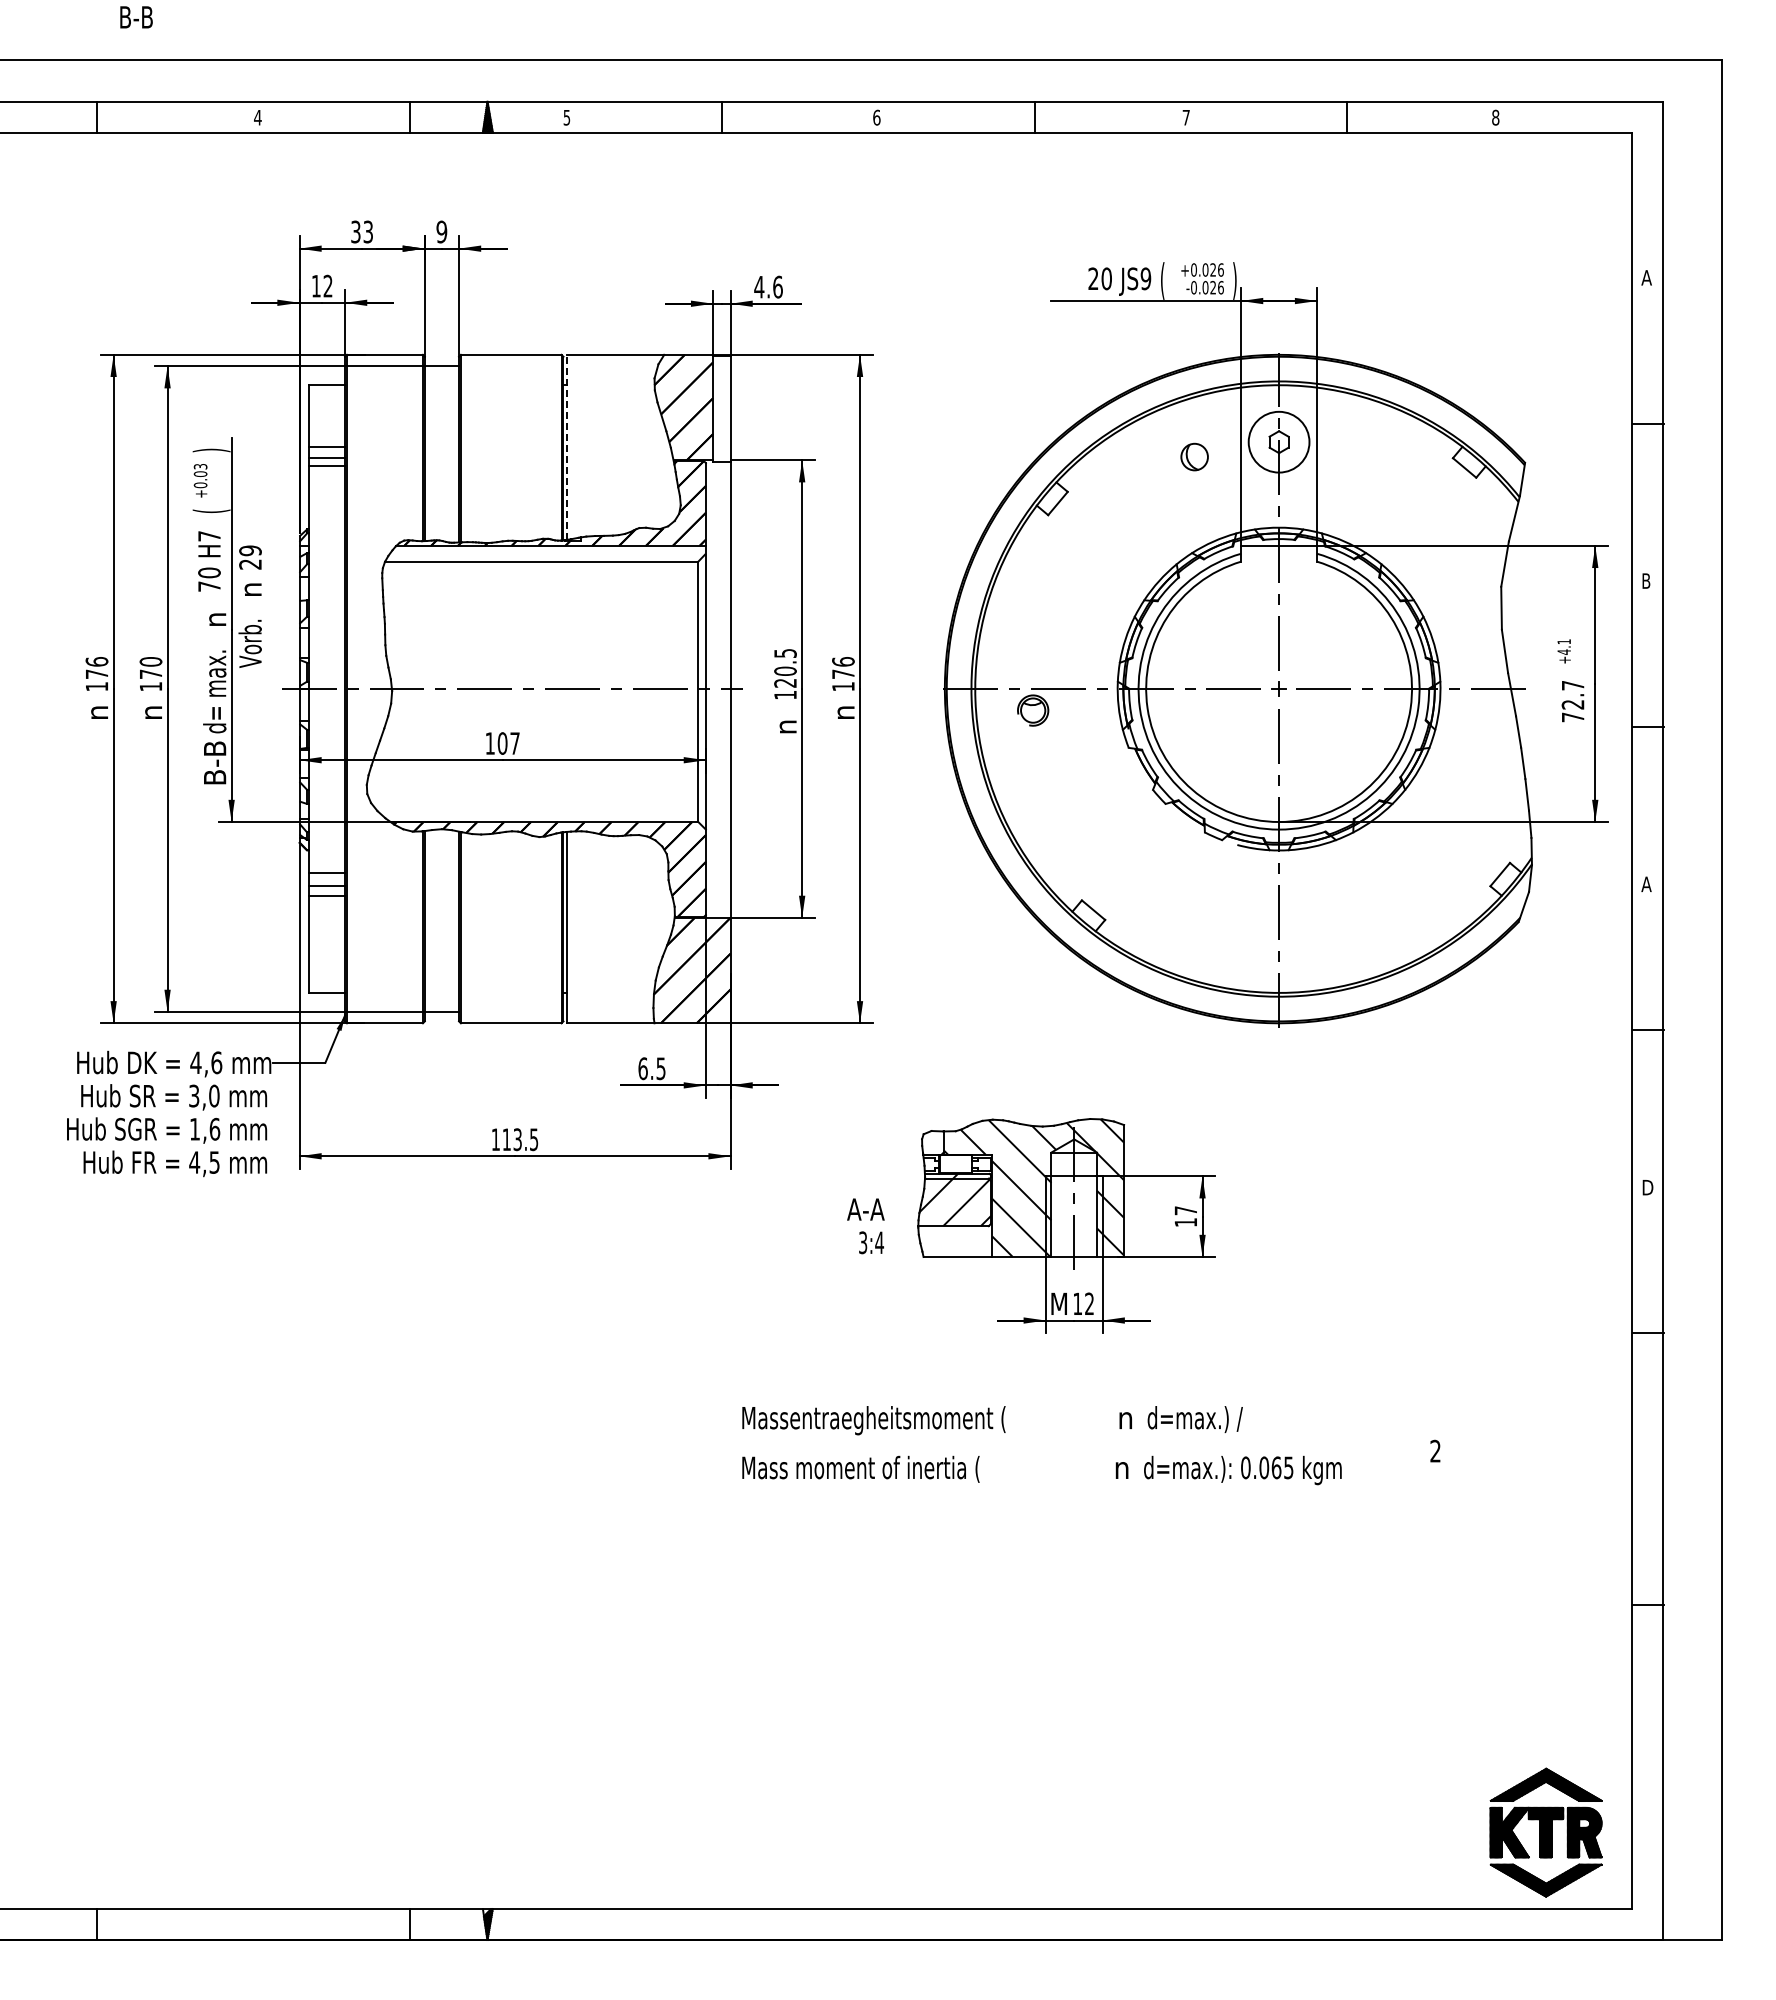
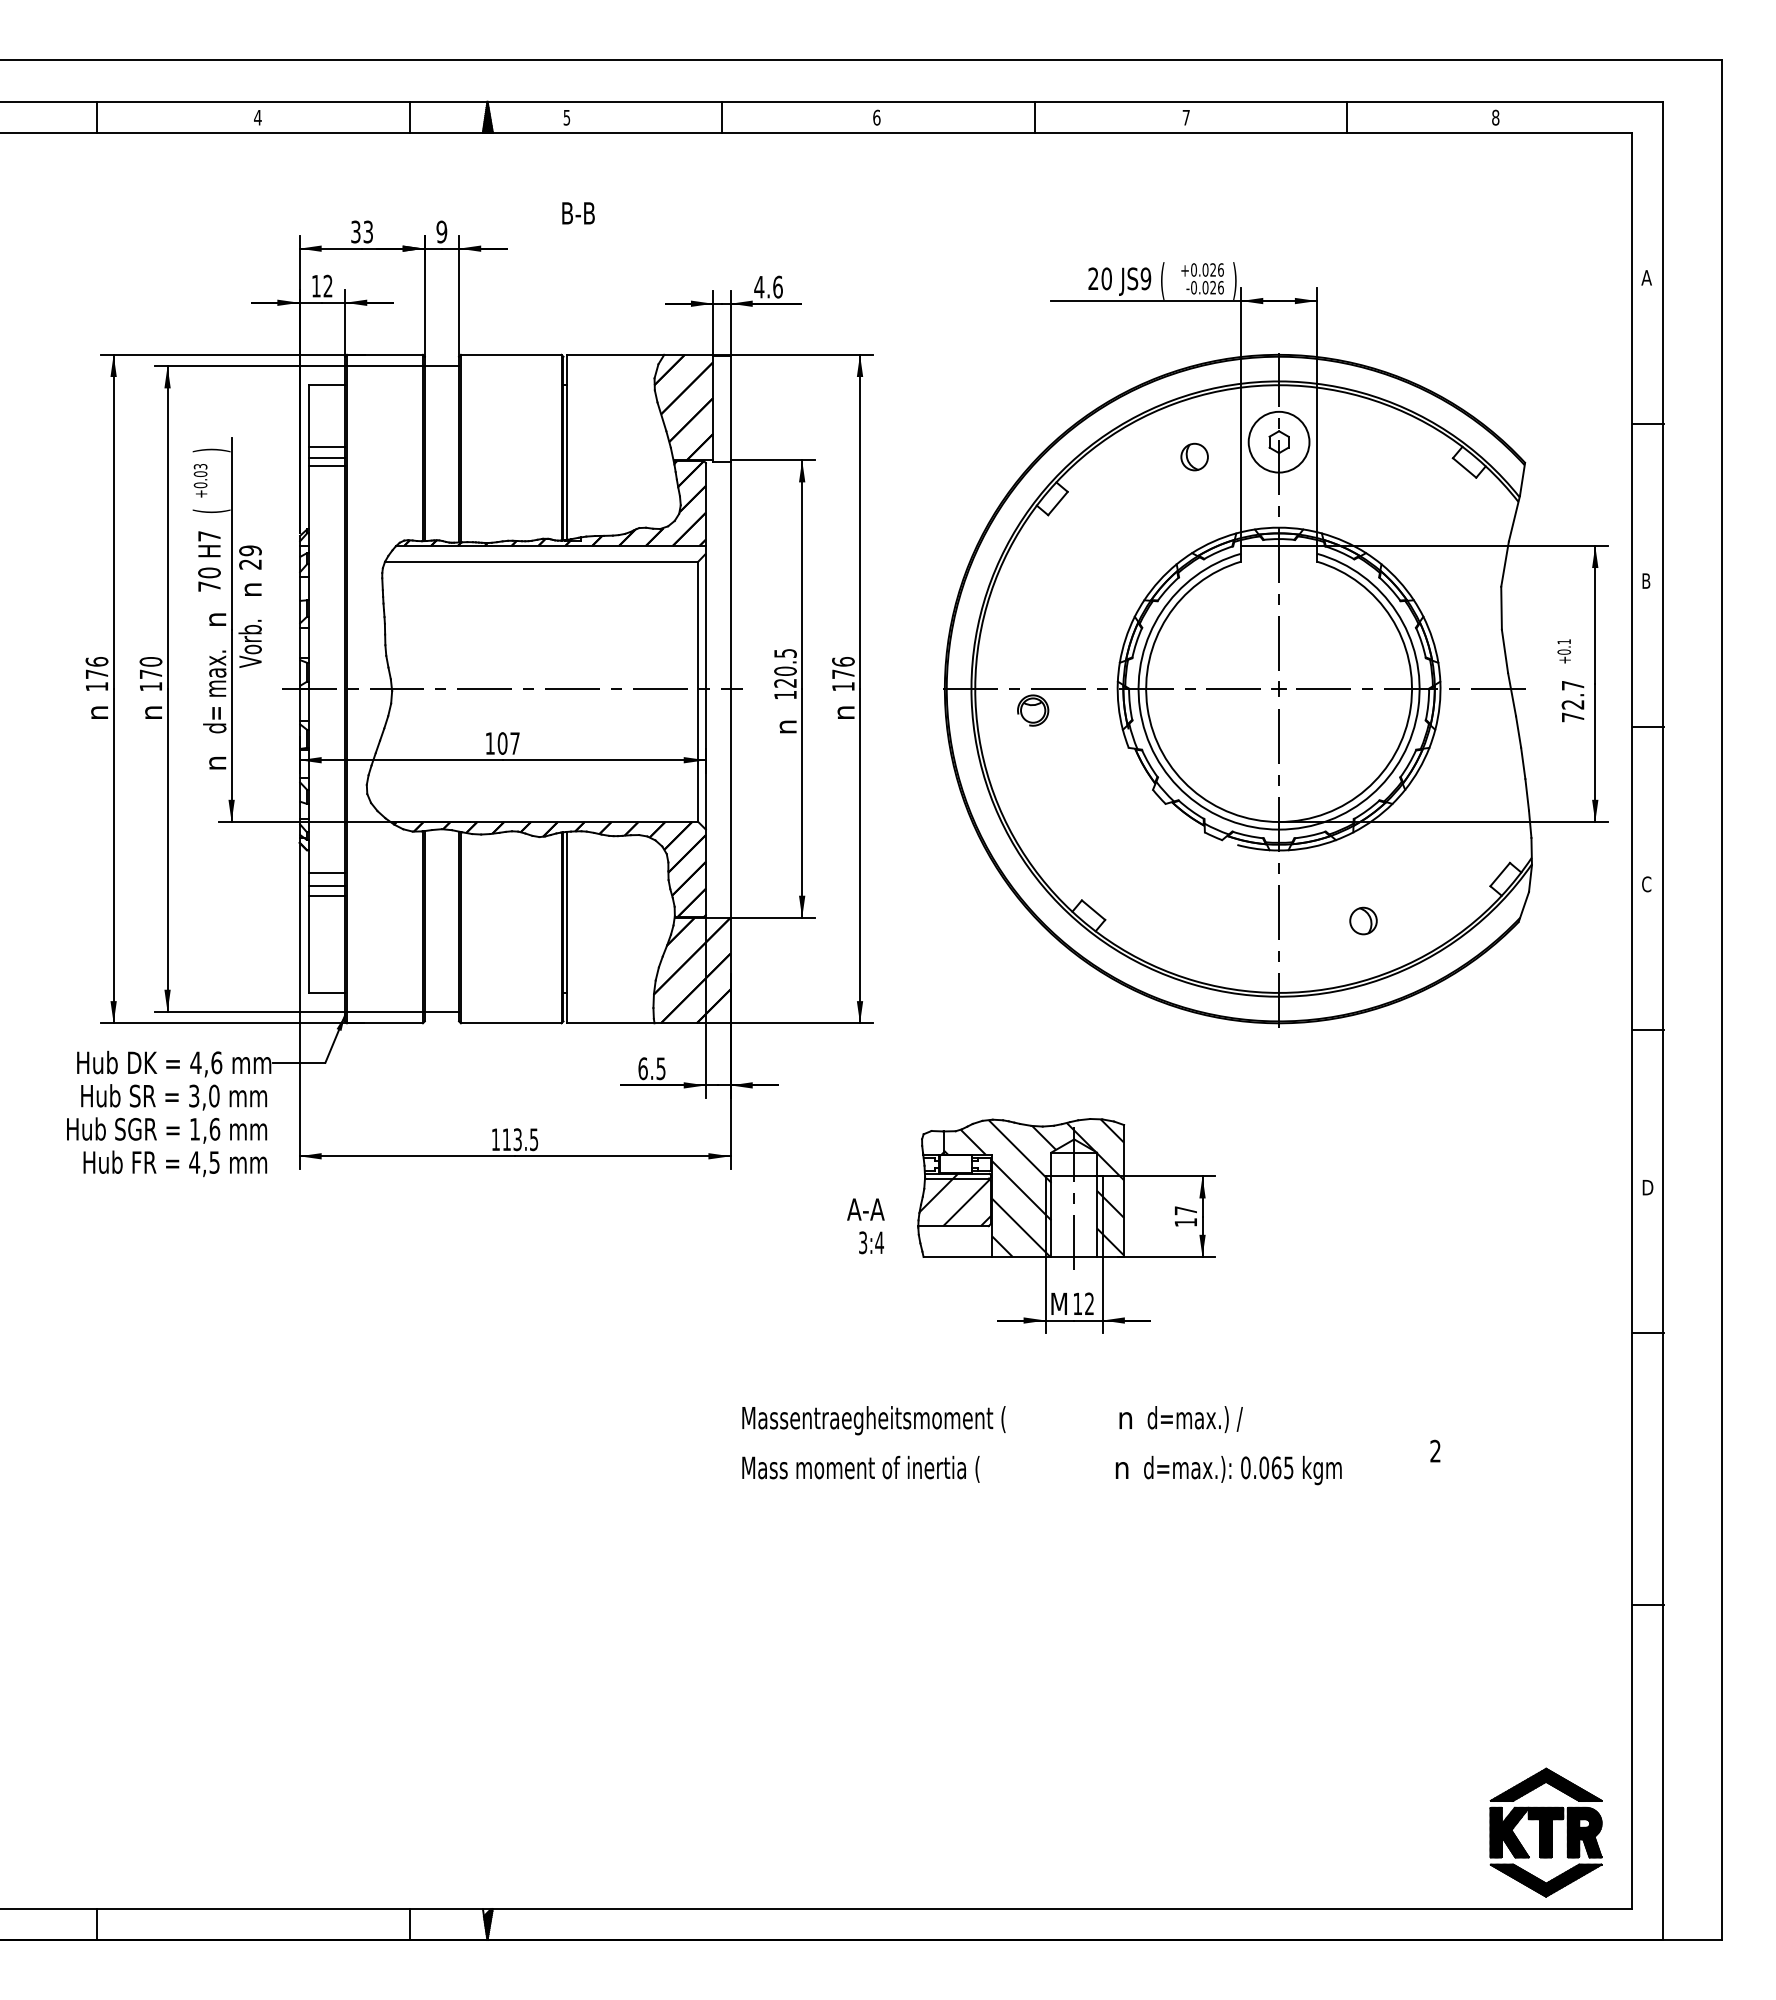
text at (136, 17) position: (136, 17) -> (578, 213)
line at (567, 446): dashed -> solid
text at (1563, 651): +4.1 -> +0.1
text at (215, 762): B-B -> n
text at (1646, 884): A -> C
part at (1363, 920): none -> present
